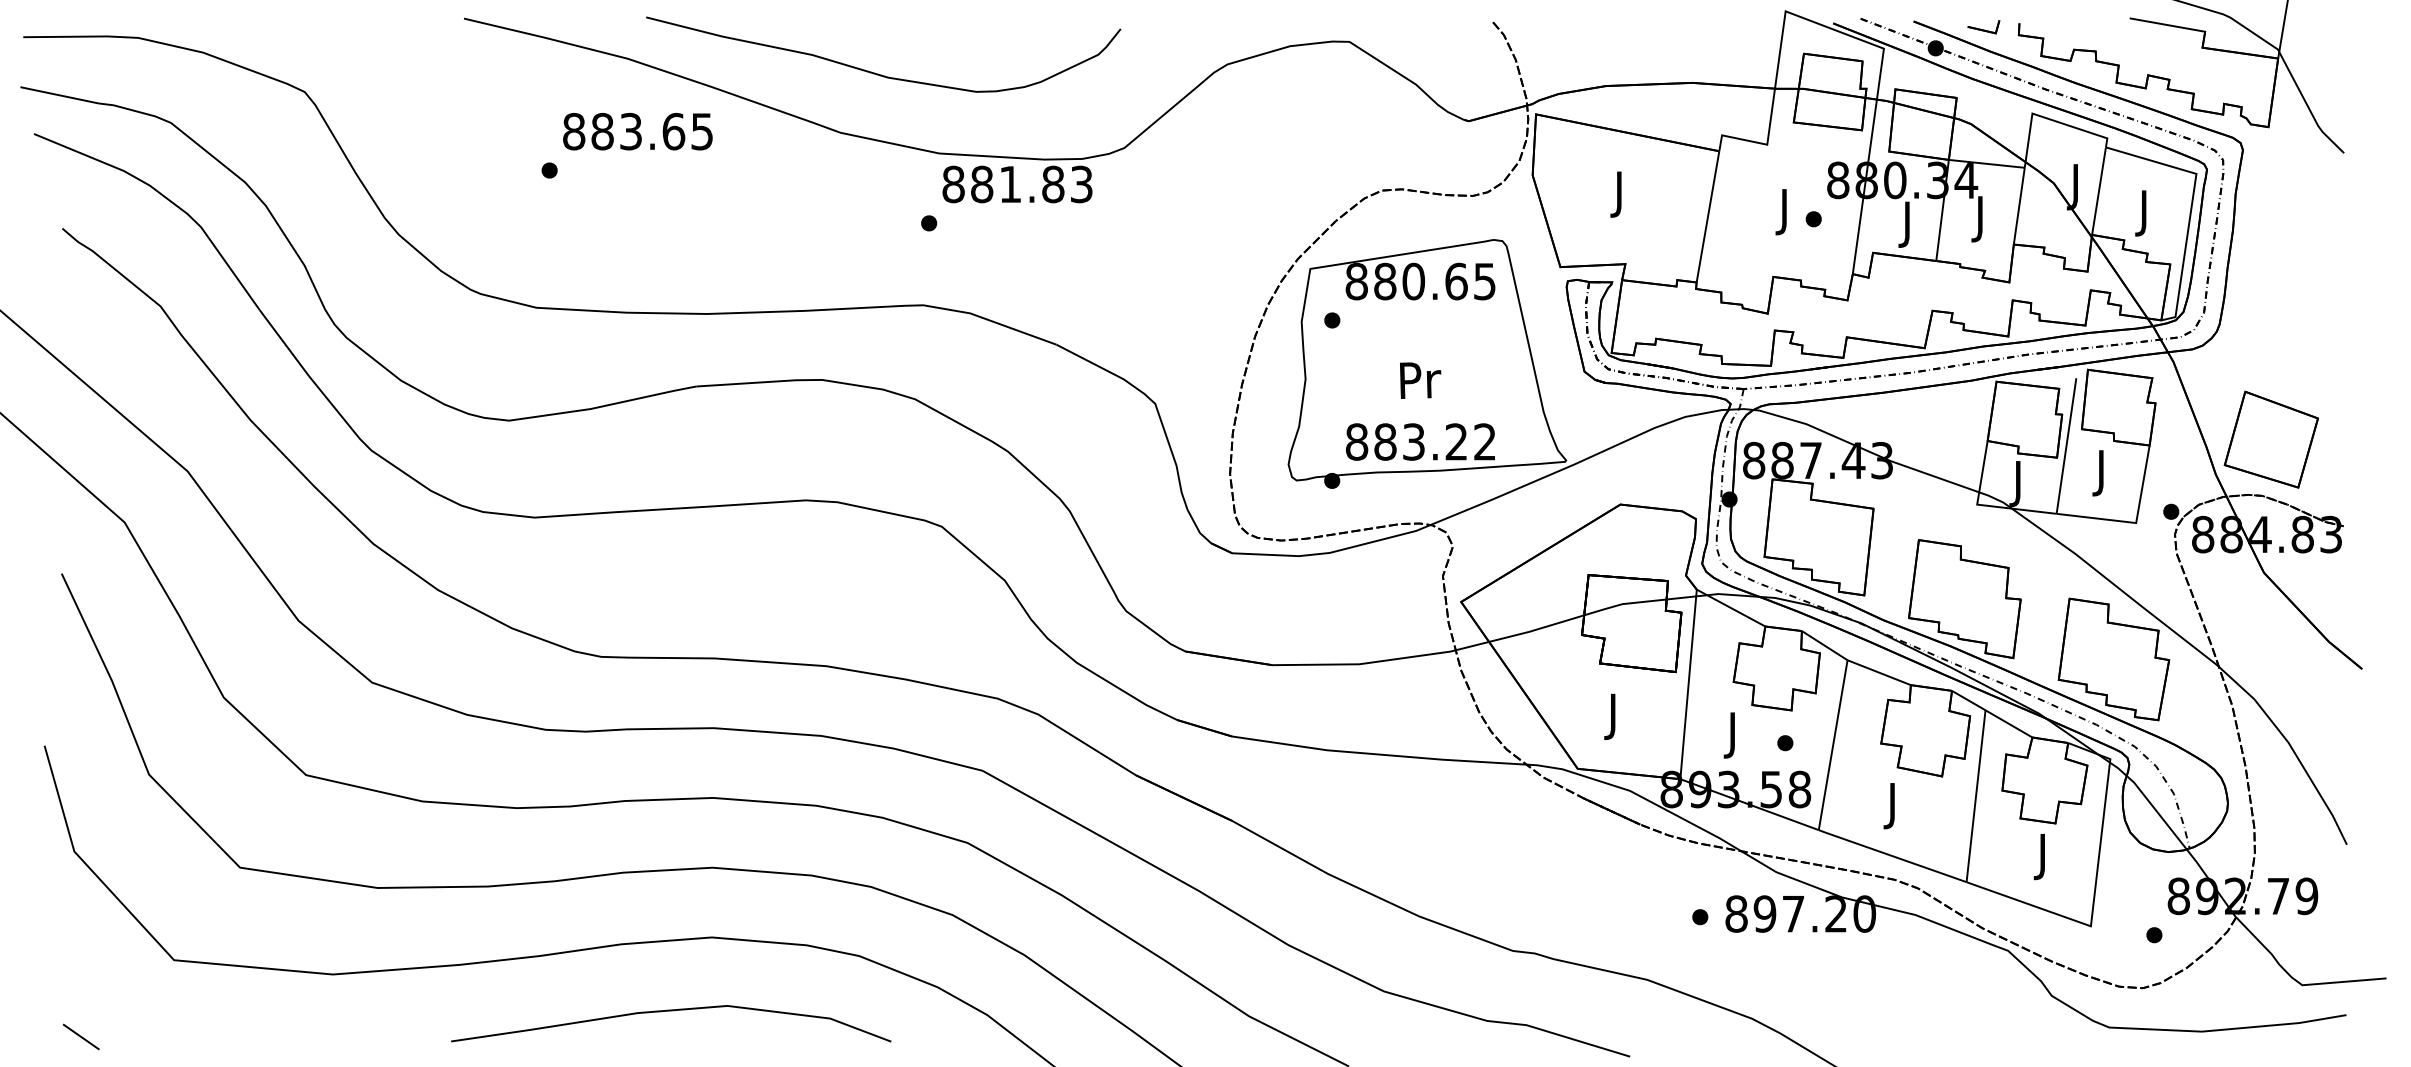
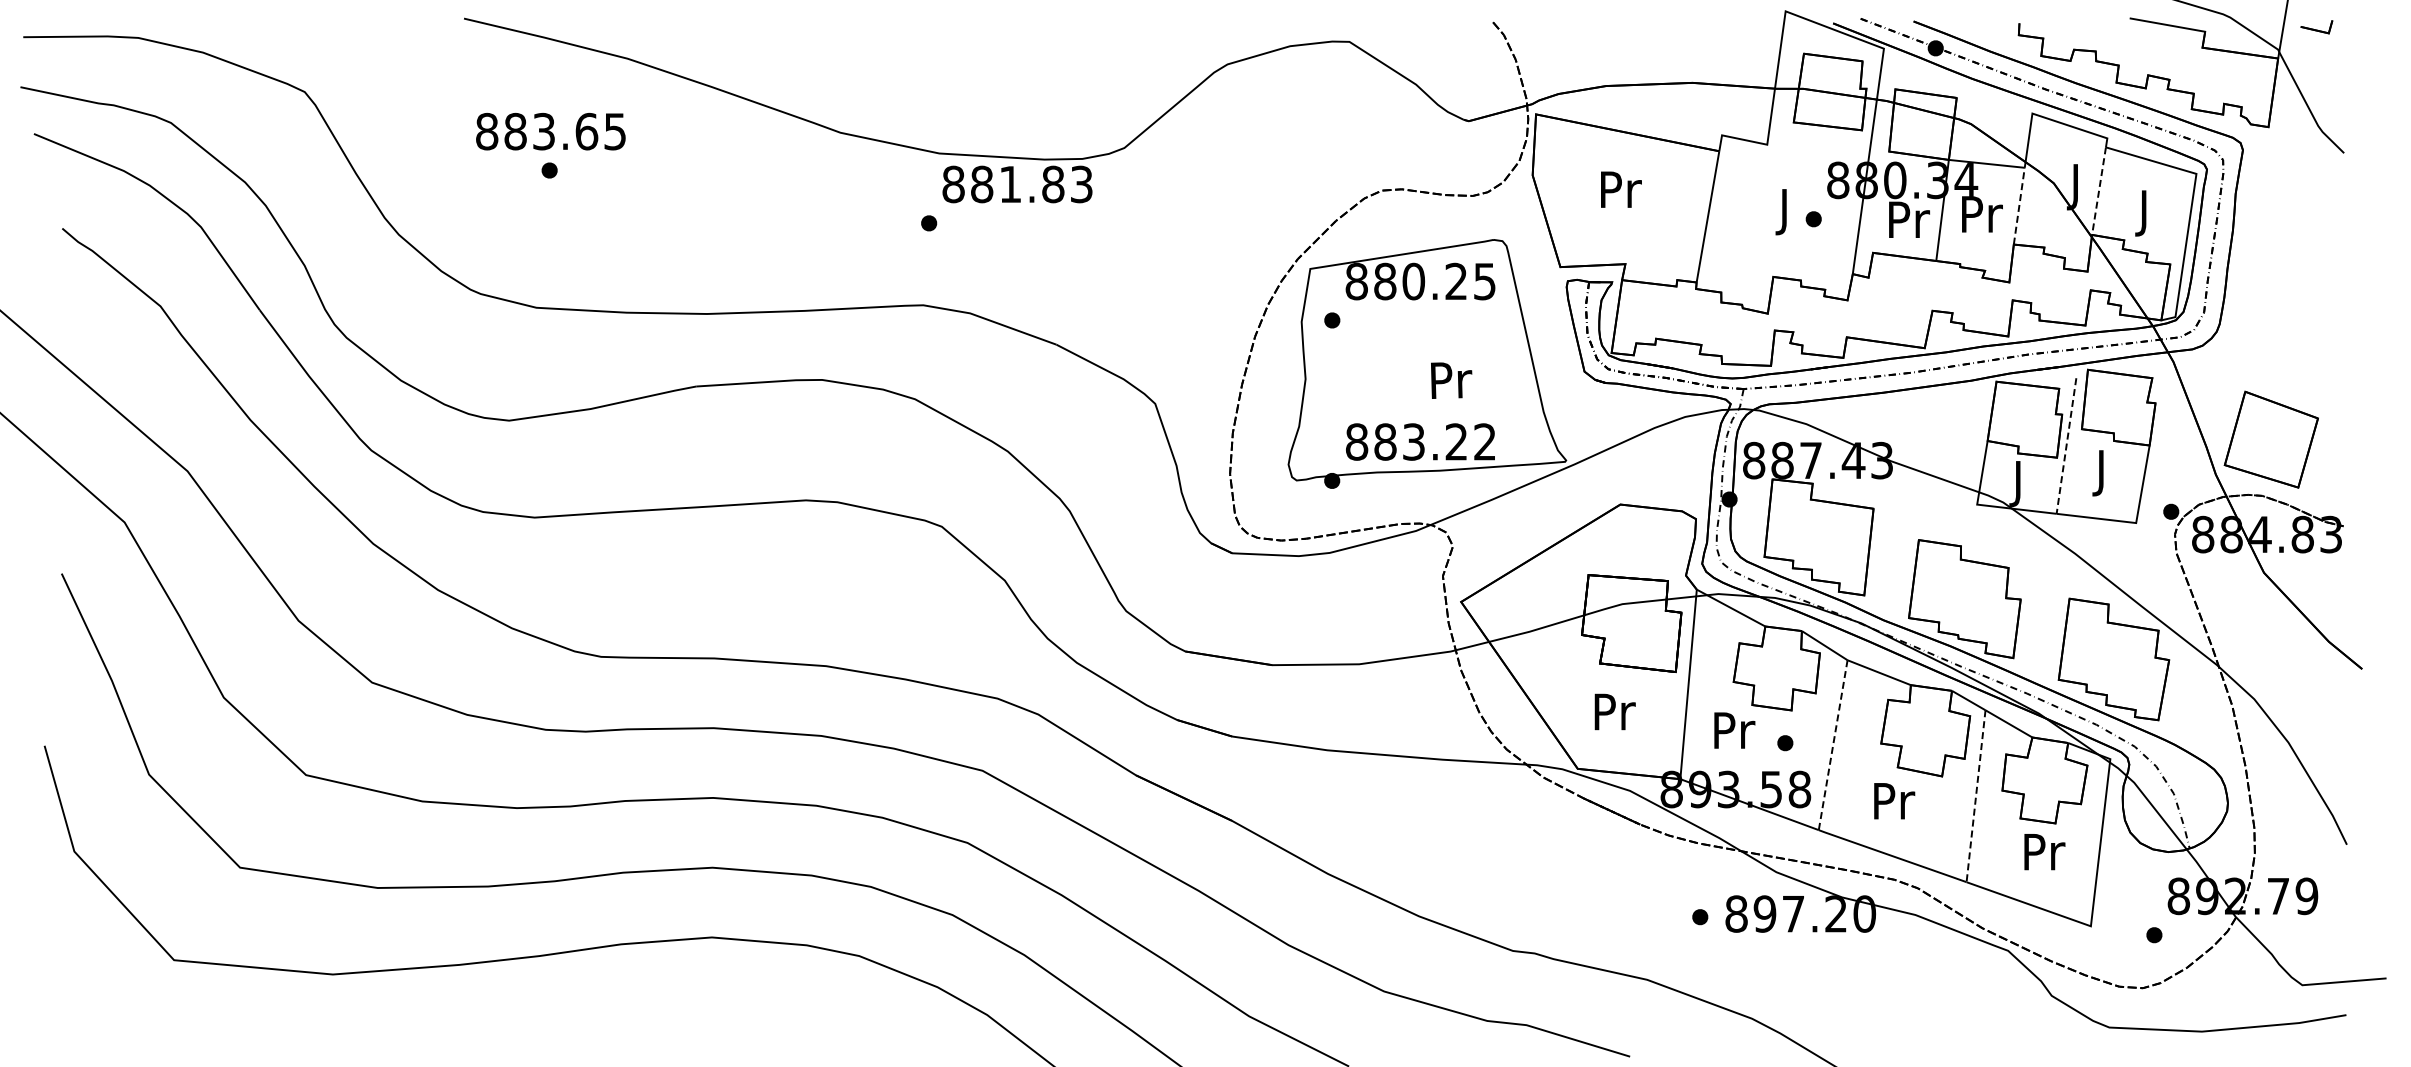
part at (1983, 27) position: (1983, 27) -> (2316, 27)
curve at (878, 73): present -> none
text at (637, 131) position: (637, 131) -> (550, 131)
line at (2098, 191): solid -> dashed
text at (1621, 194): J -> Pr
line at (2019, 206): solid -> dashed
text at (1982, 219): J -> Pr
text at (1909, 224): J -> Pr
text at (1456, 281): 880.65 -> 880.25
text at (1420, 380) position: (1420, 380) -> (1451, 380)
line at (2066, 446): solid -> dashed
text at (1614, 716): J -> Pr
text at (1734, 735): J -> Pr
line at (1833, 745): solid -> dashed
line at (1976, 796): solid -> dashed
text at (1894, 806): J -> Pr
text at (2044, 857): J -> Pr
curve at (671, 1011): present -> none
line at (81, 1036): present -> none
